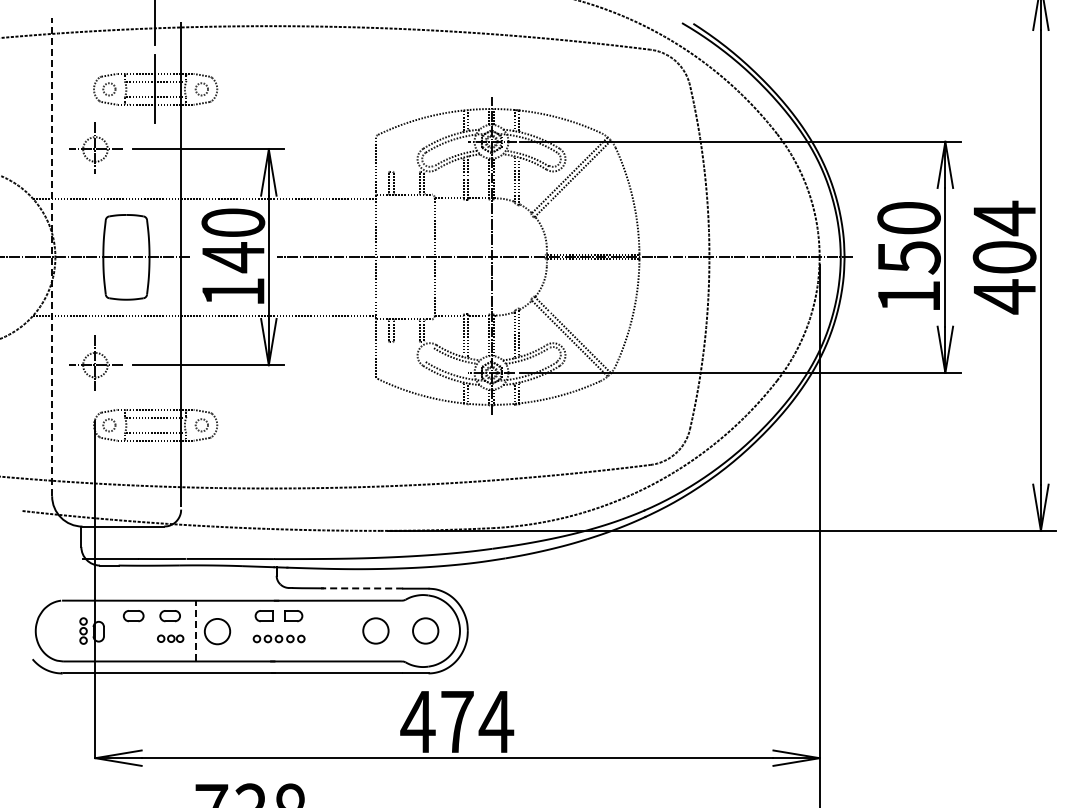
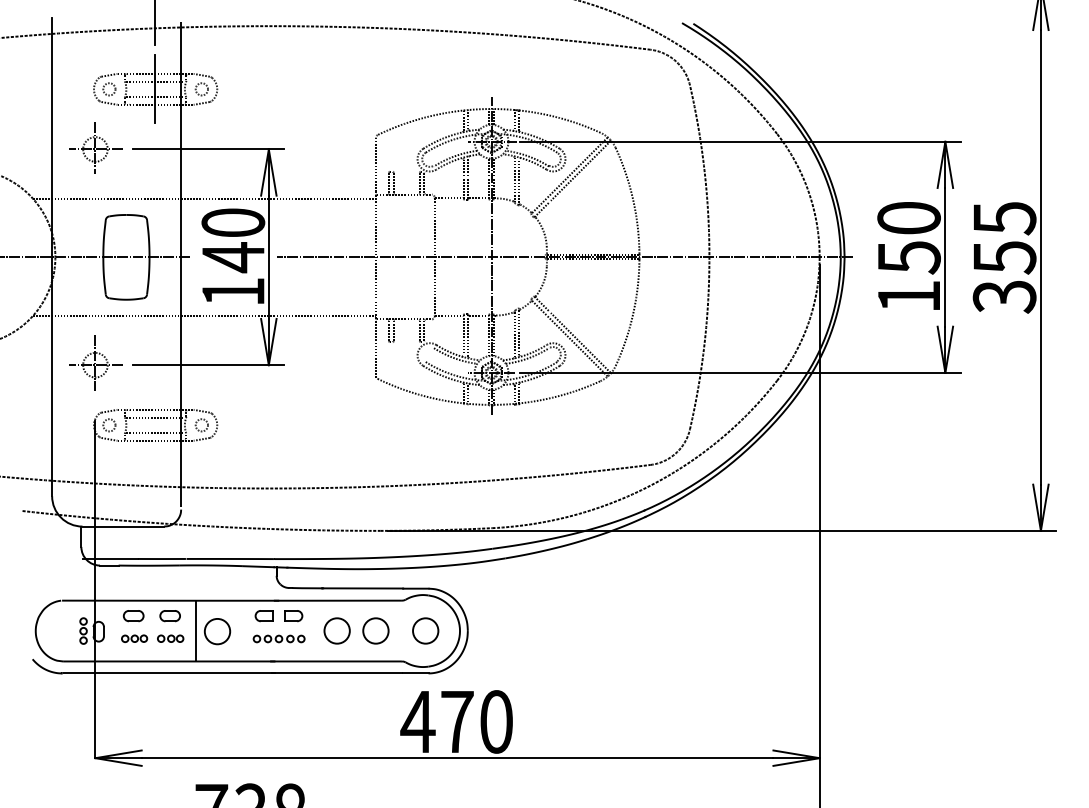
line at (52, 257): dashed -> solid
text at (1004, 257): 404 -> 355
line at (362, 588): dashed -> solid
line at (195, 630): dashed -> solid
circle at (336, 630): none -> present
part at (134, 638): none -> present
text at (496, 721): 474 -> 470
